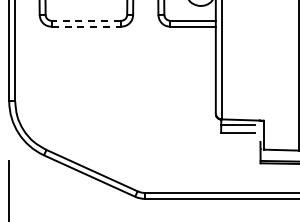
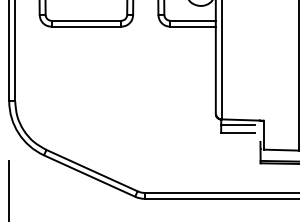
line at (86, 20): dashed -> solid
line at (86, 26): dashed -> solid
